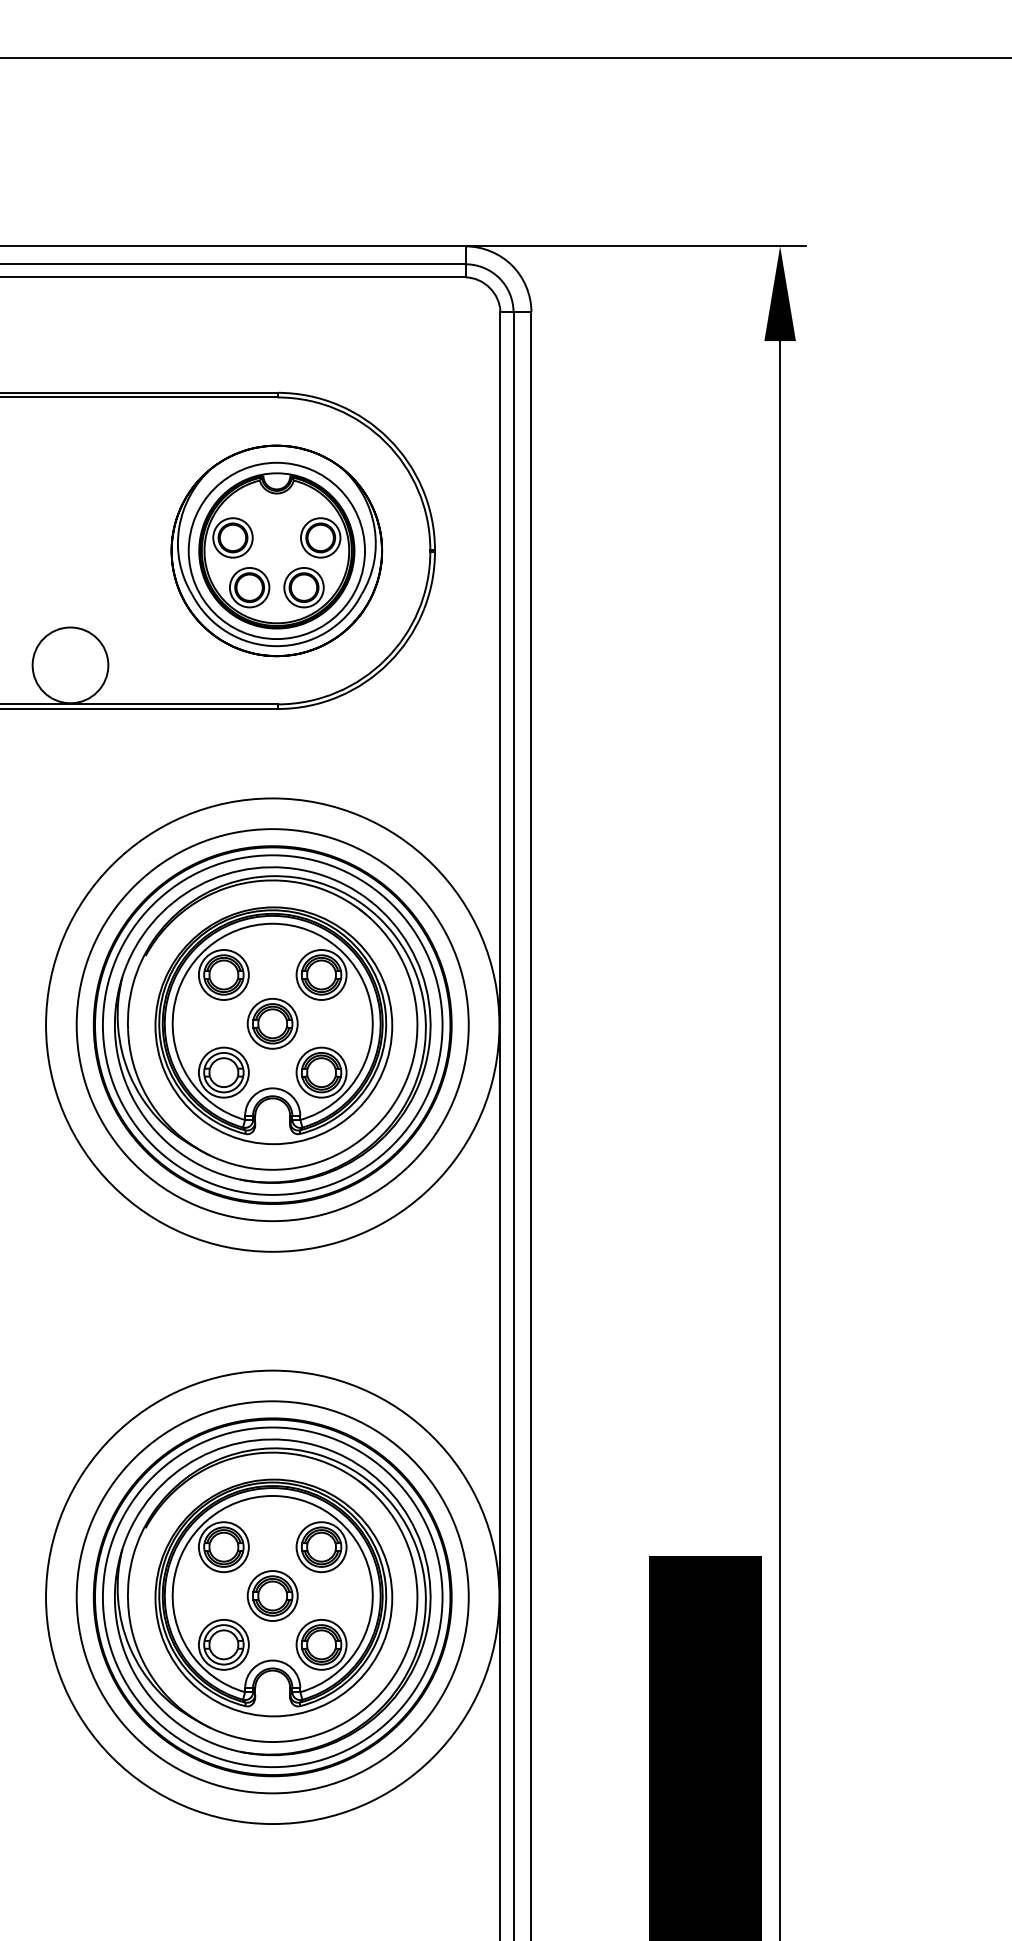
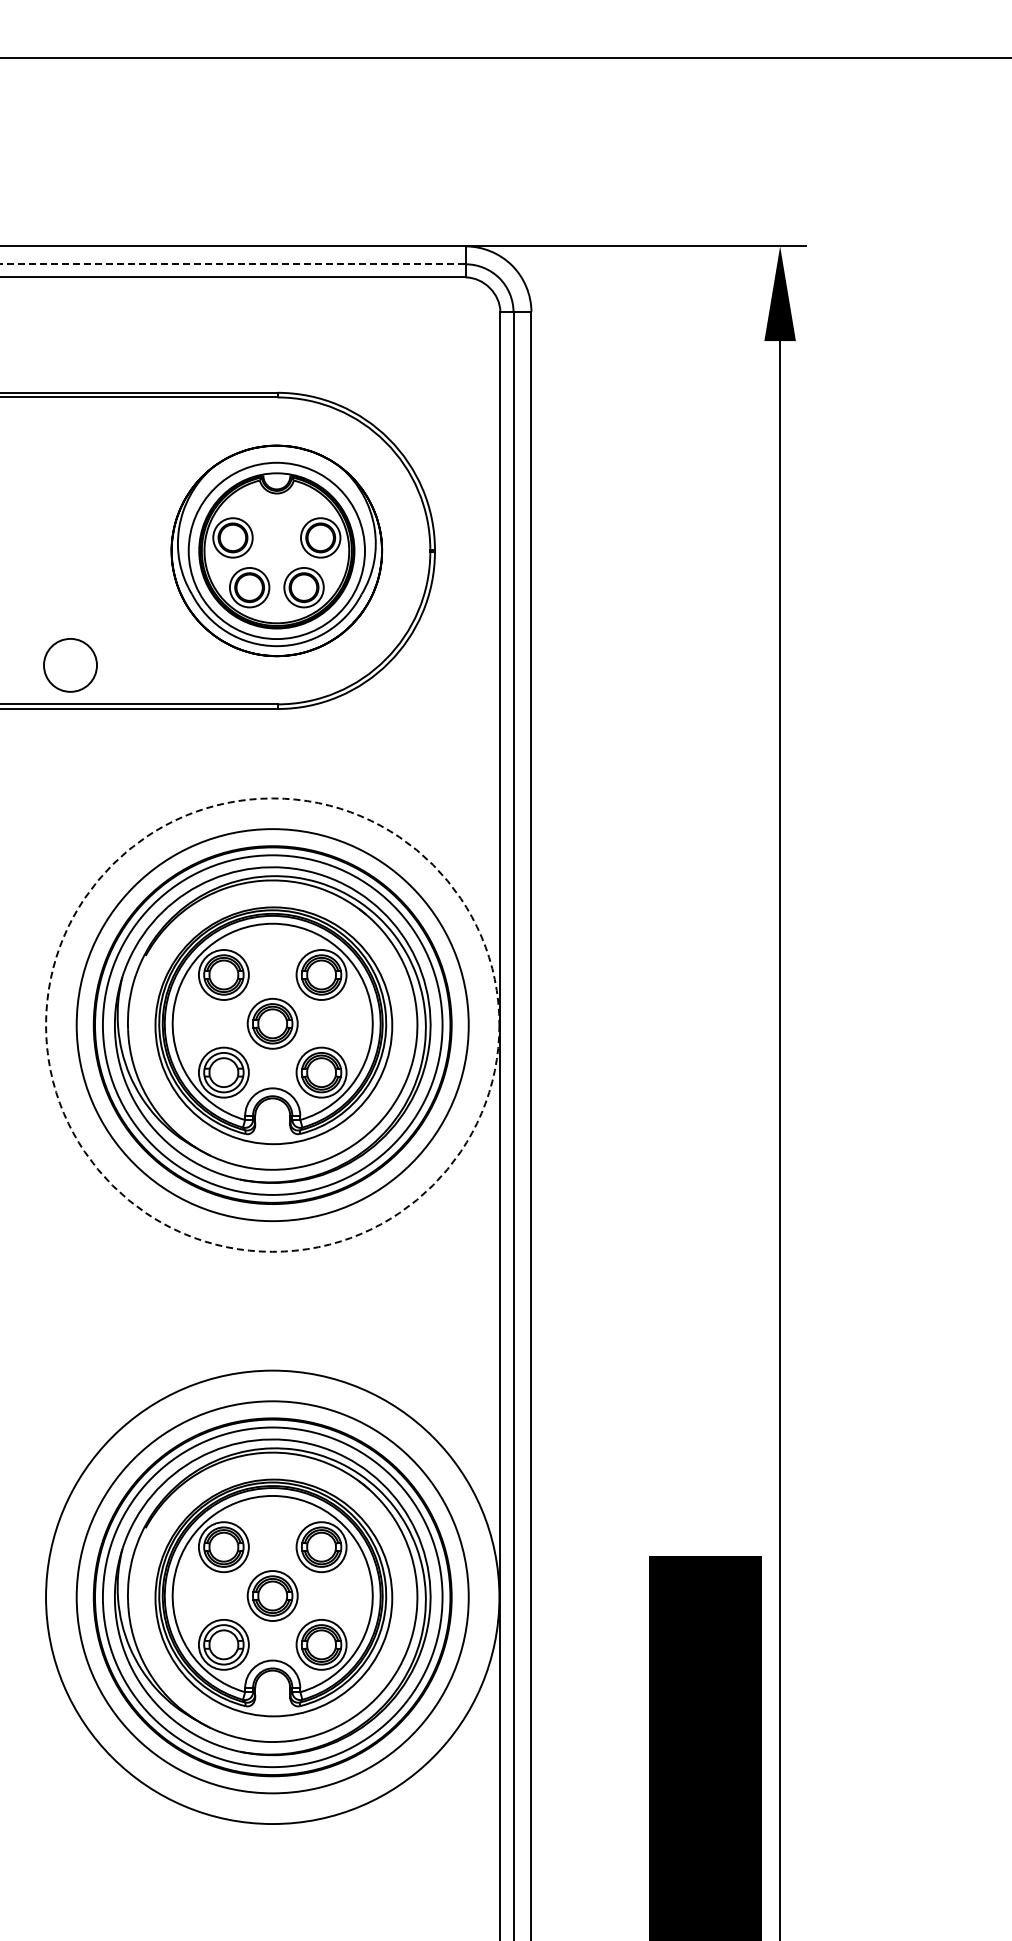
line at (232, 264): solid -> dashed
circle at (70, 665) diameter: 76 px -> 53 px
circle at (272, 1024): solid -> dashed
